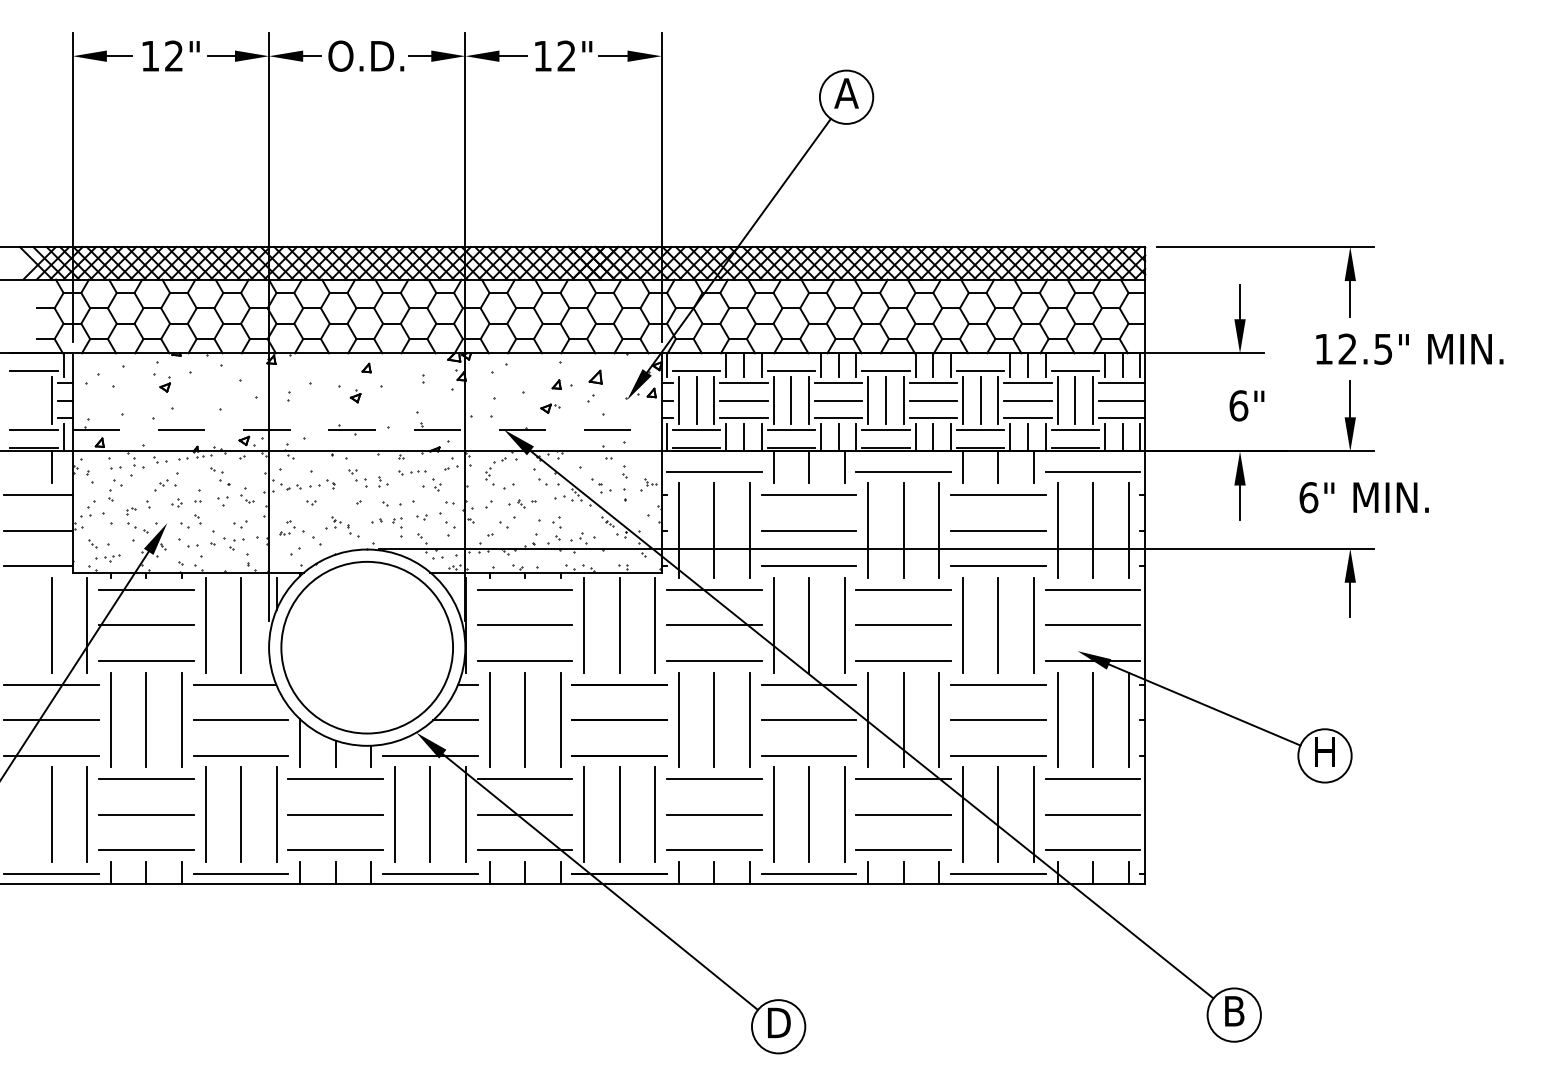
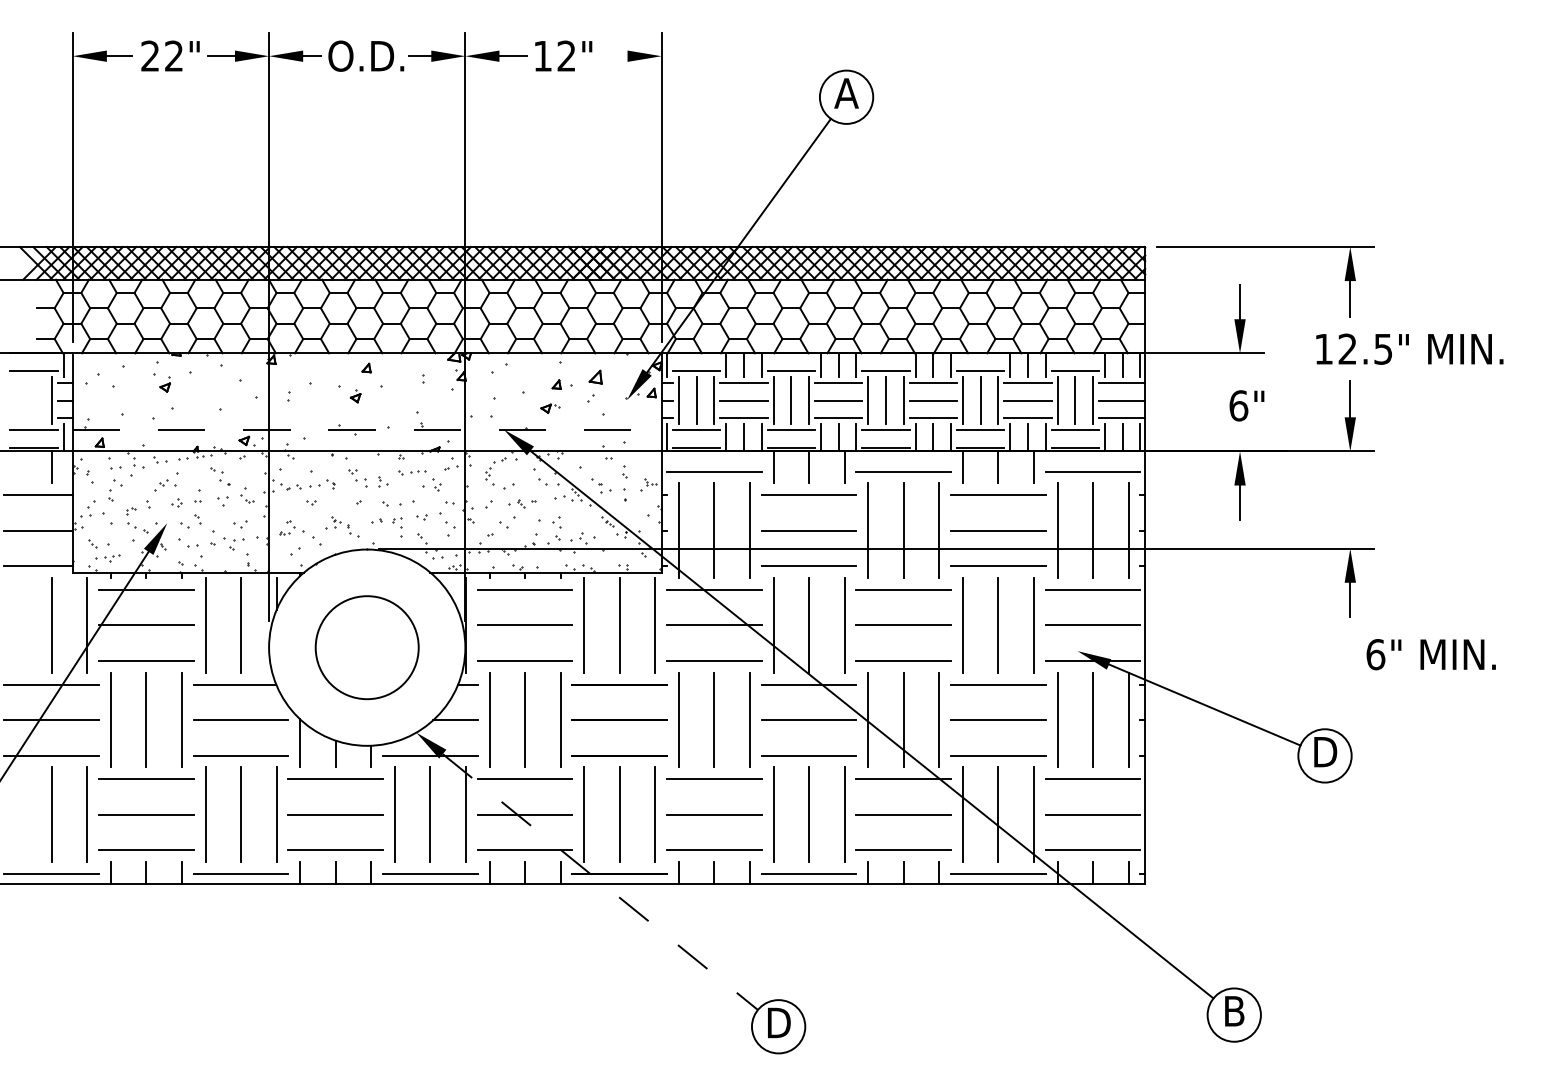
text at (149, 55): 12" -> 22"
line at (613, 56): present -> none
text at (1363, 497) position: (1363, 497) -> (1430, 654)
circle at (367, 647) diameter: 172 px -> 103 px
text at (1325, 752): H -> D
line at (600, 882): solid -> dashed
